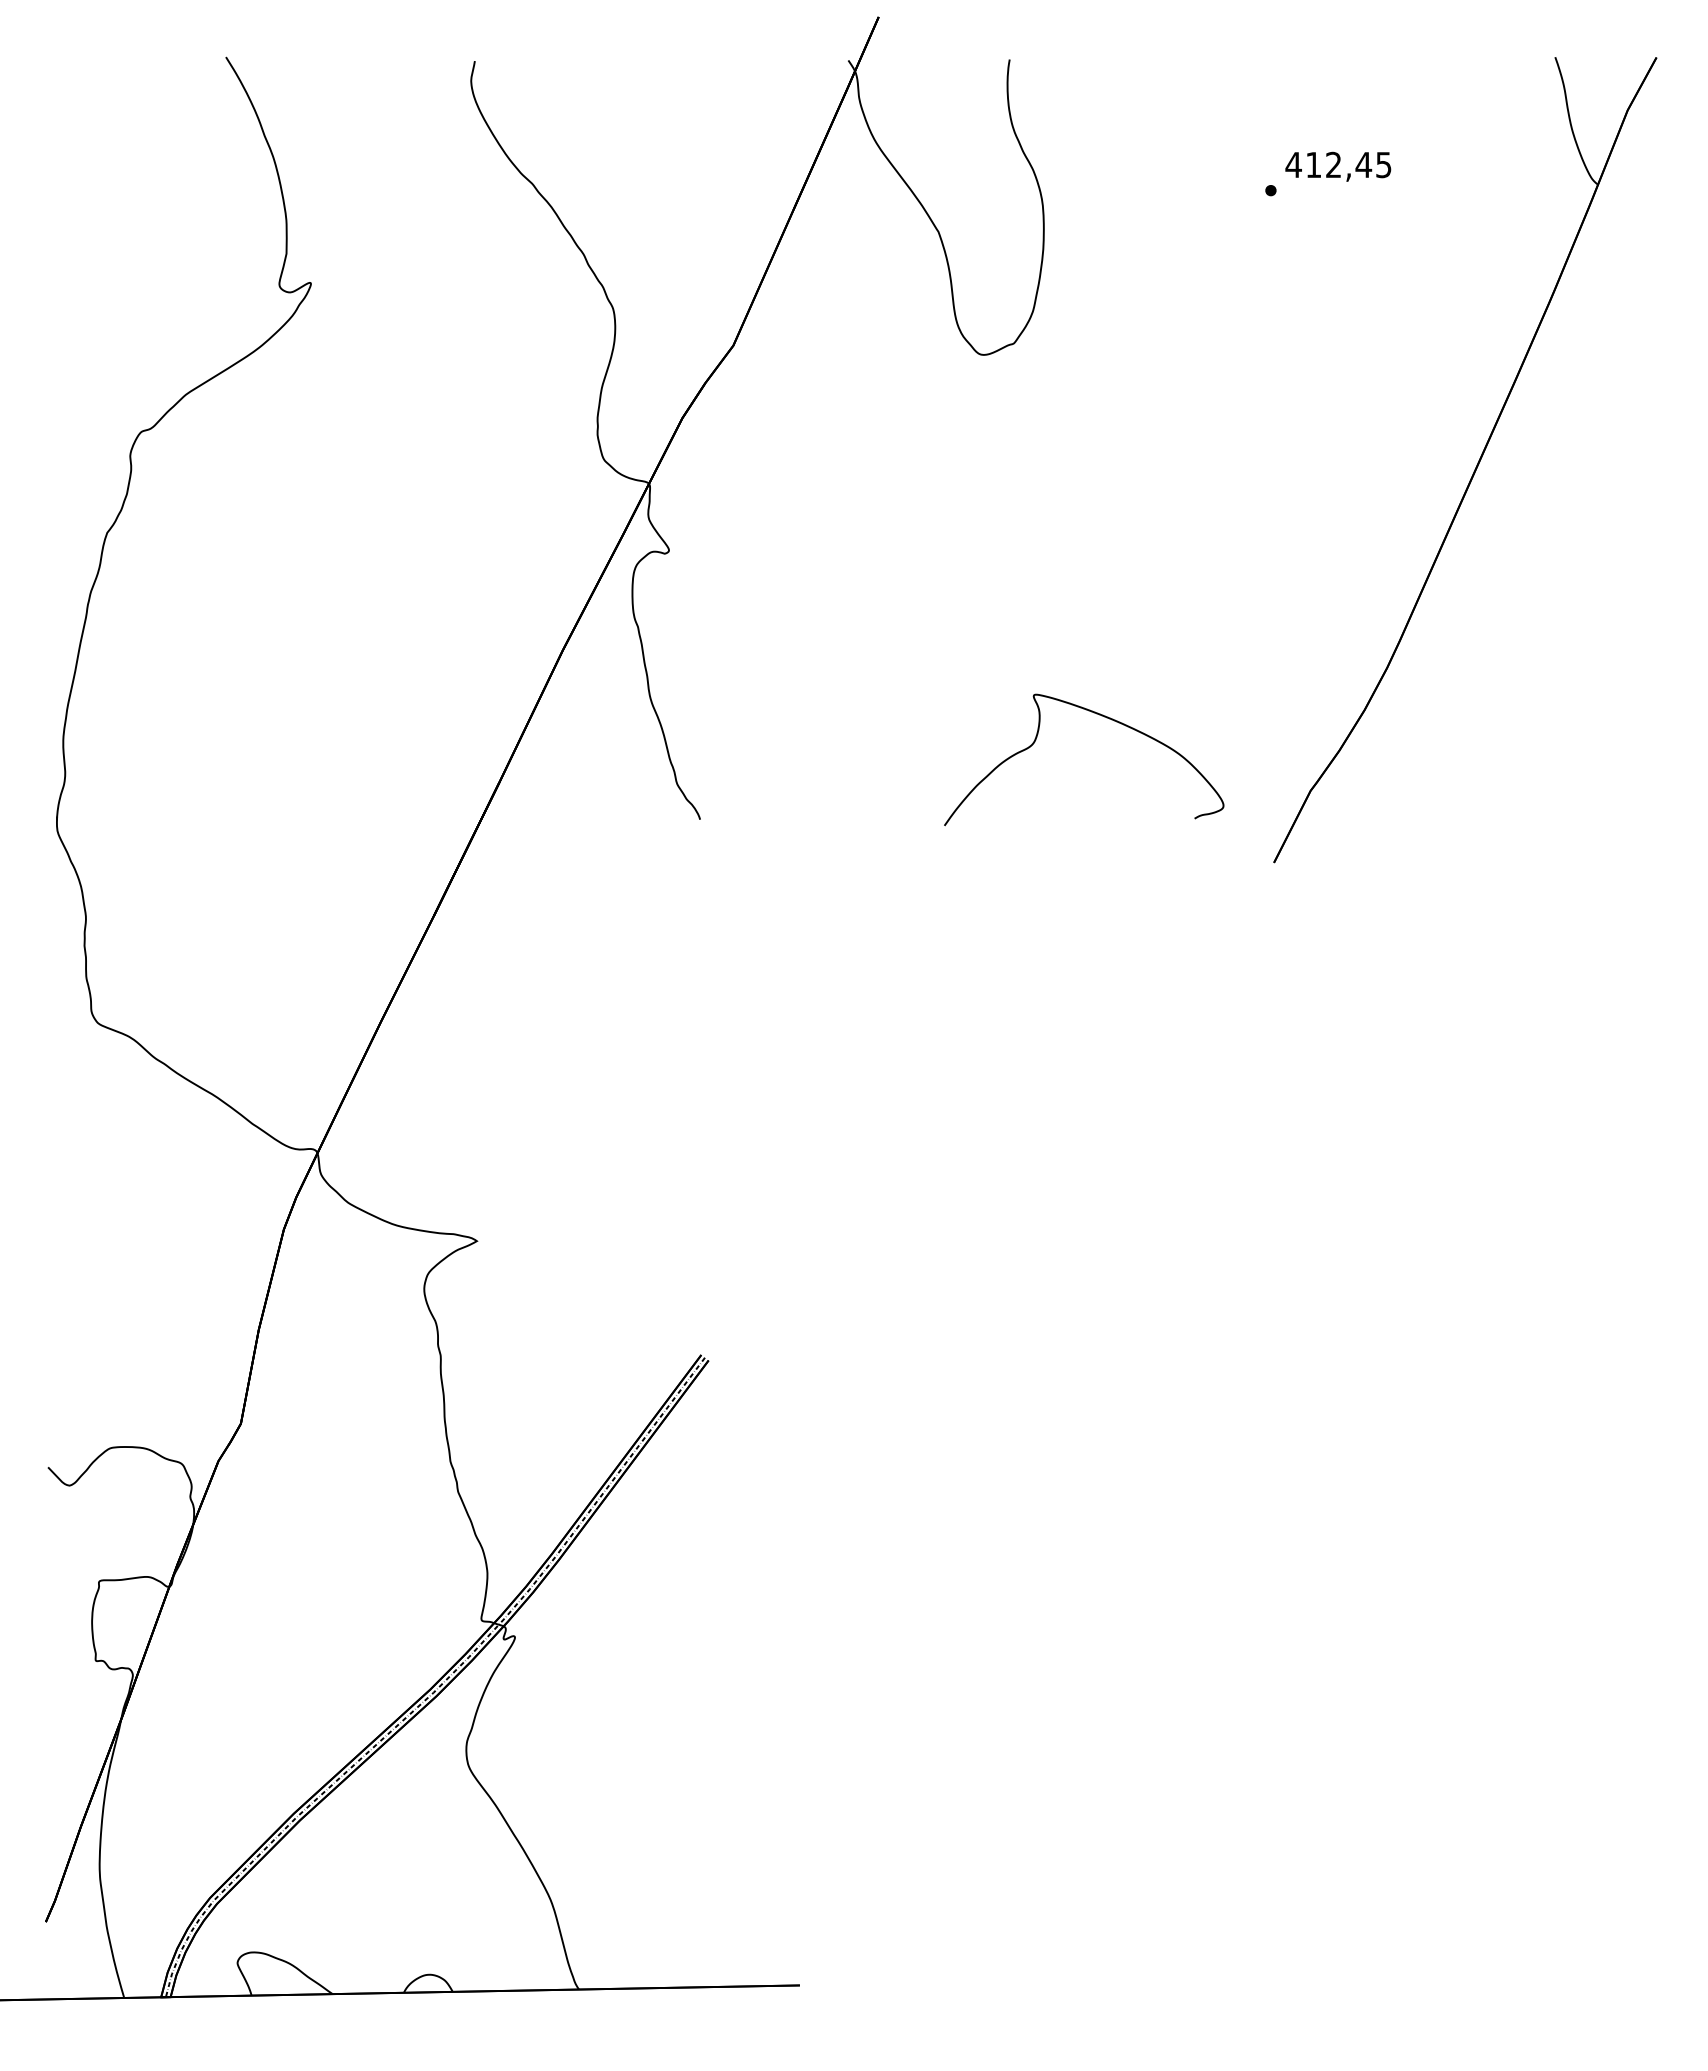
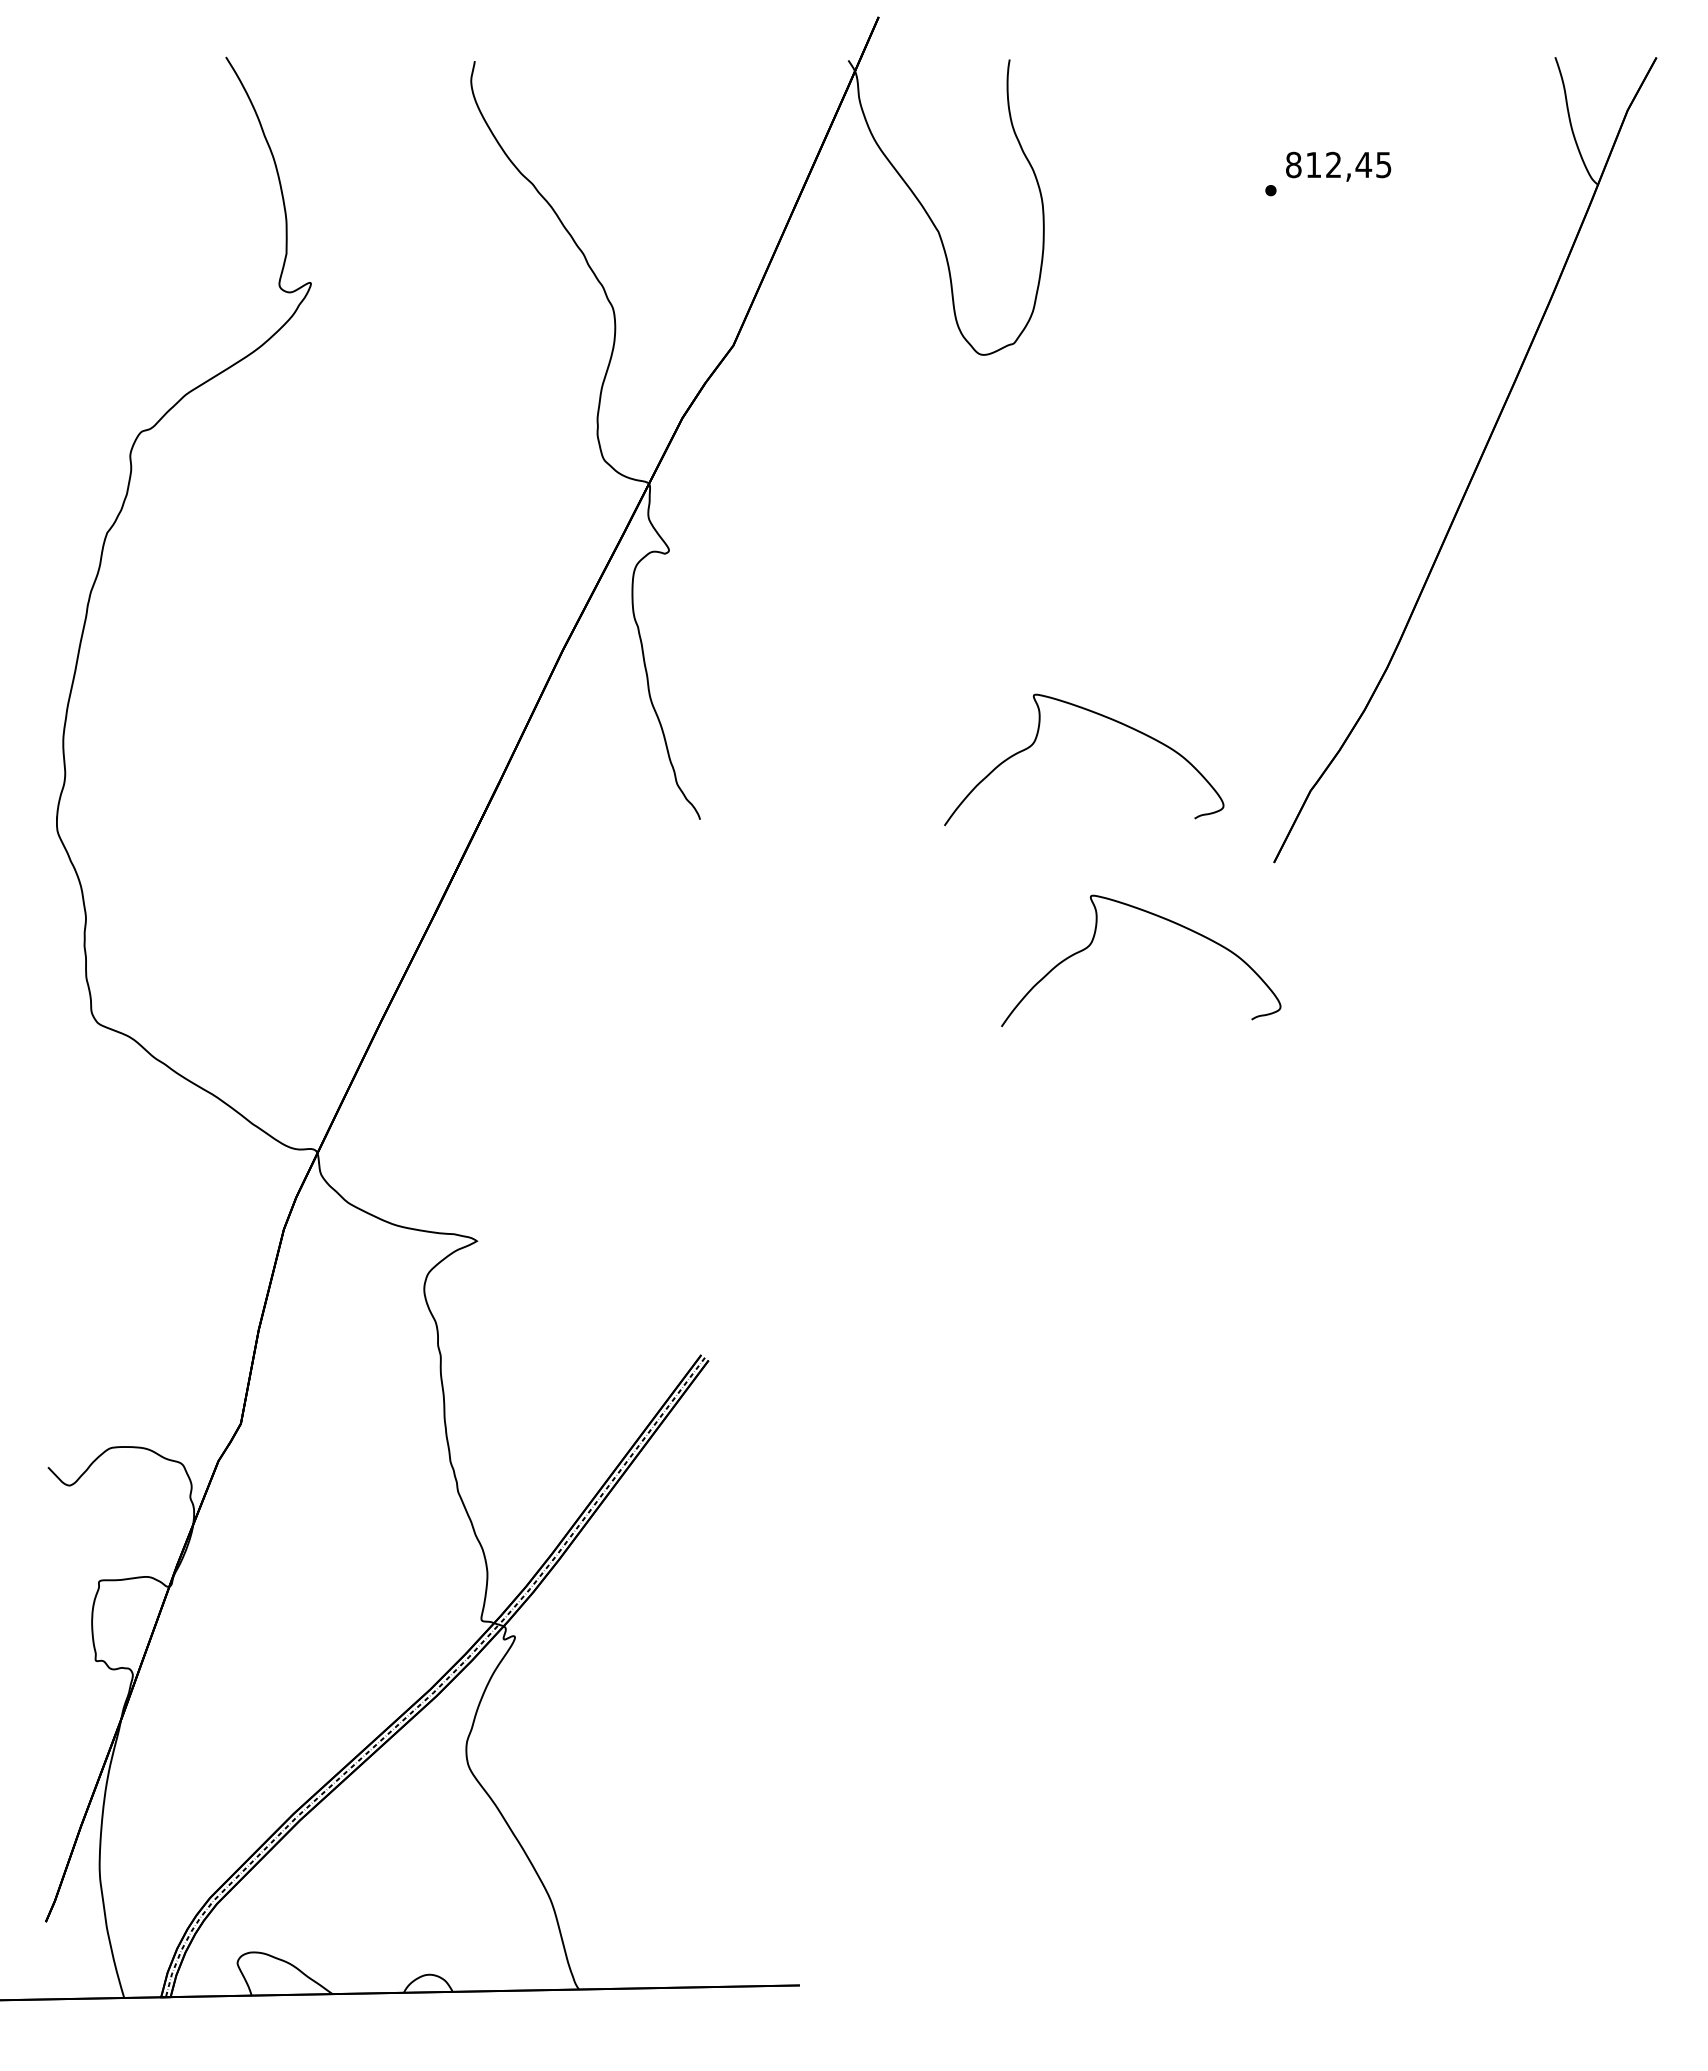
text at (1293, 164): 412,45 -> 812,45
curve at (1158, 917): none -> present
